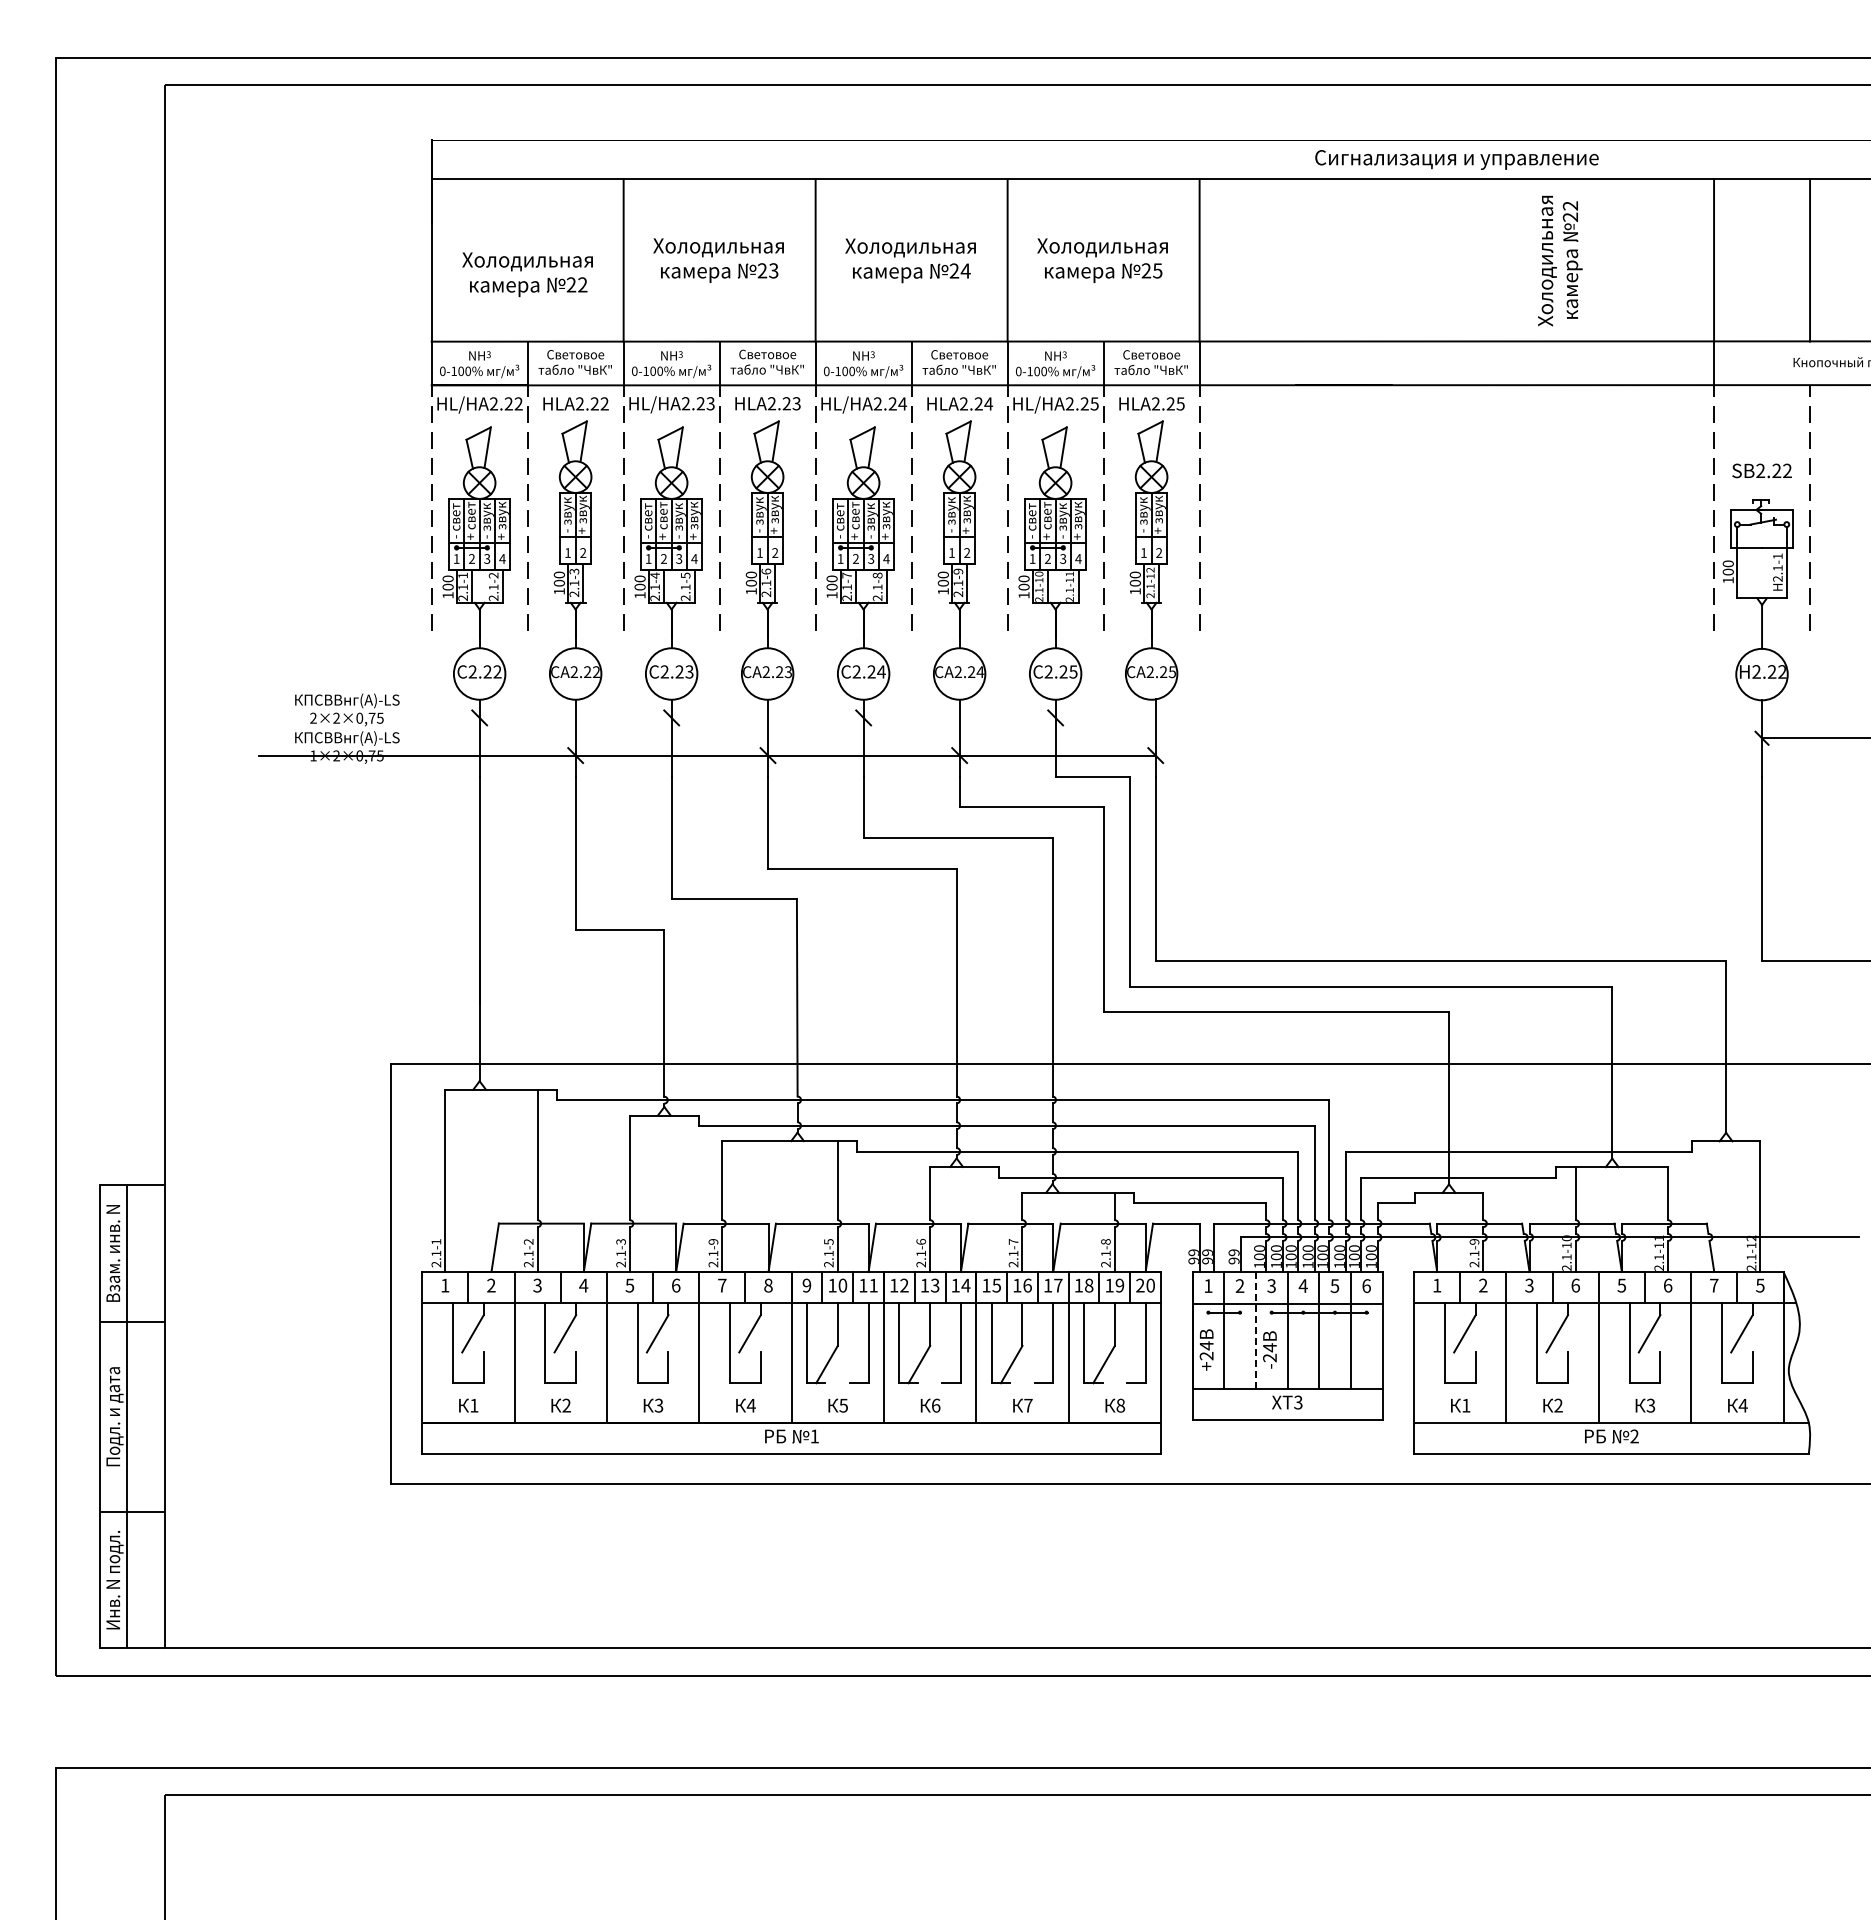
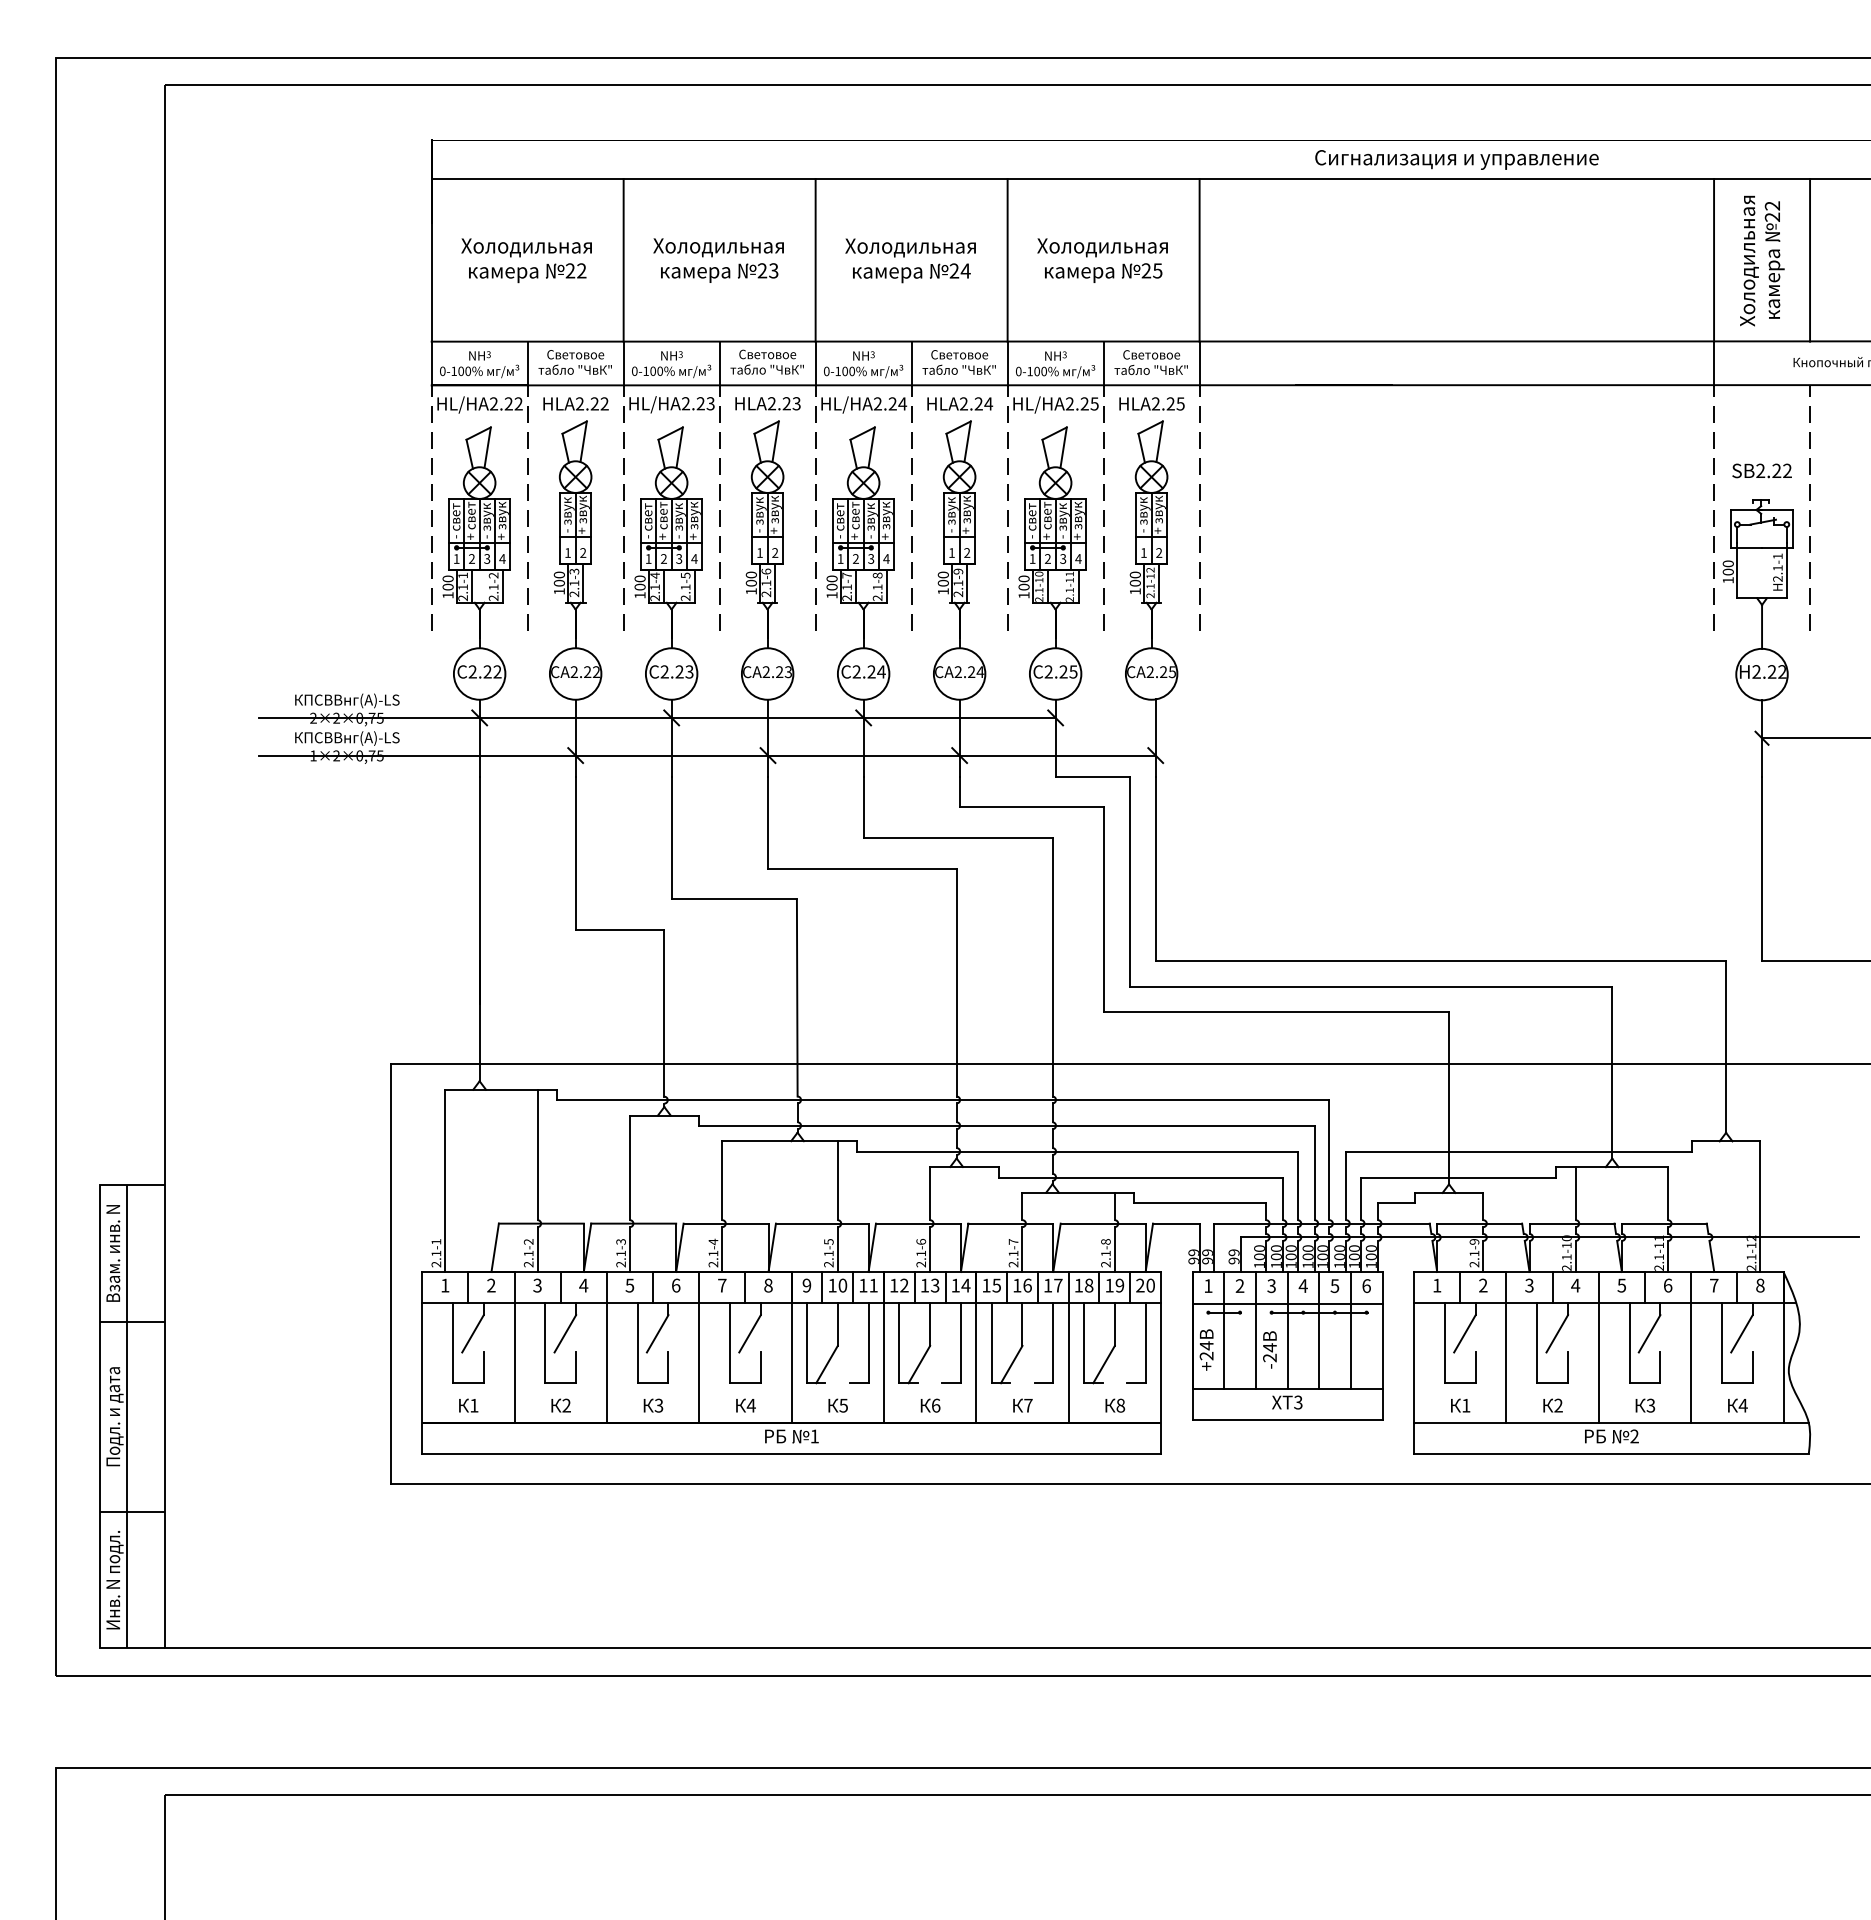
text at (1560, 260) position: (1560, 260) -> (1762, 260)
text at (527, 274) position: (527, 274) -> (526, 260)
line at (656, 717): none -> present
text at (713, 1241): 2.1-9 -> 2.1-4
text at (1575, 1285): 6 -> 4
text at (1760, 1285): 5 -> 8
line at (1255, 1330): dashed -> solid
